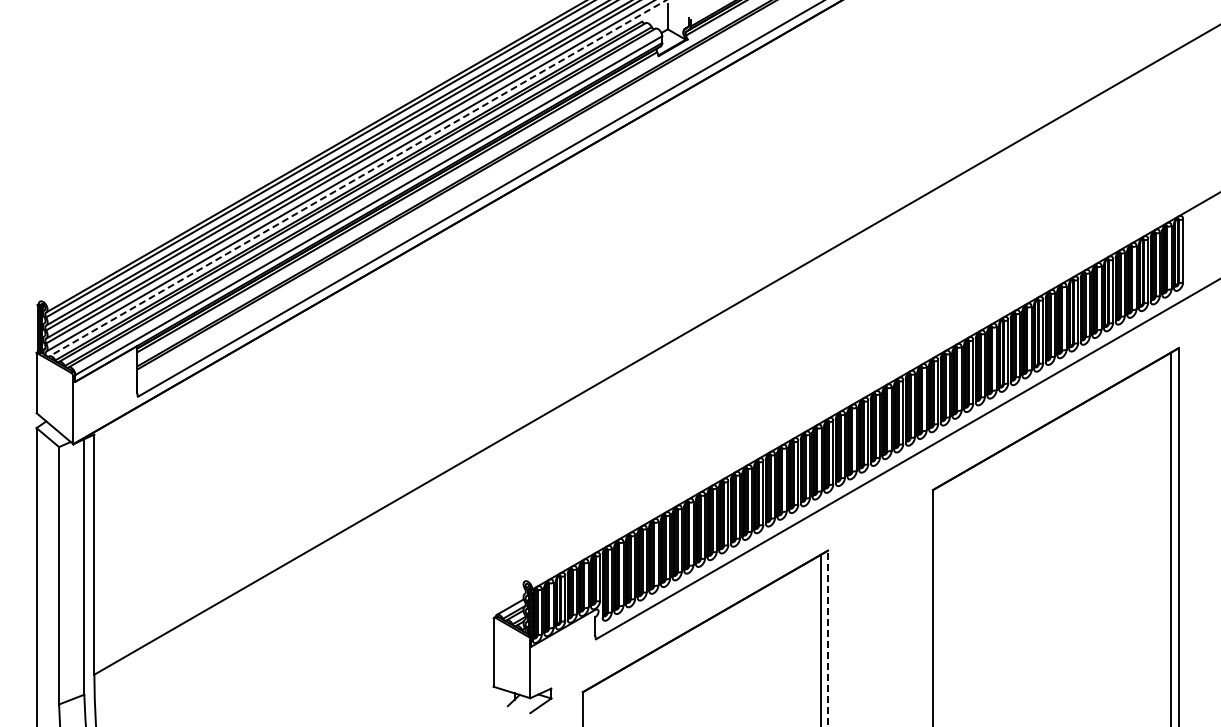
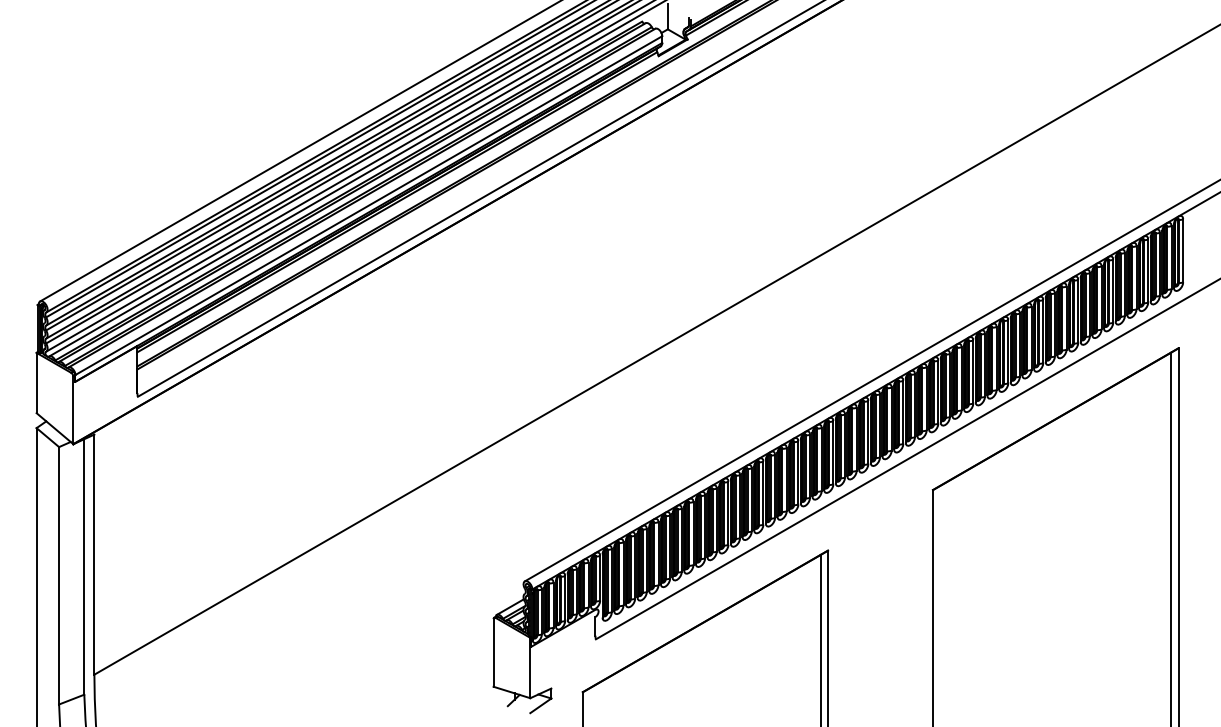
line at (299, 151): none -> present
line at (357, 178): dashed -> solid
line at (870, 381): none -> present
line at (827, 638): dashed -> solid
